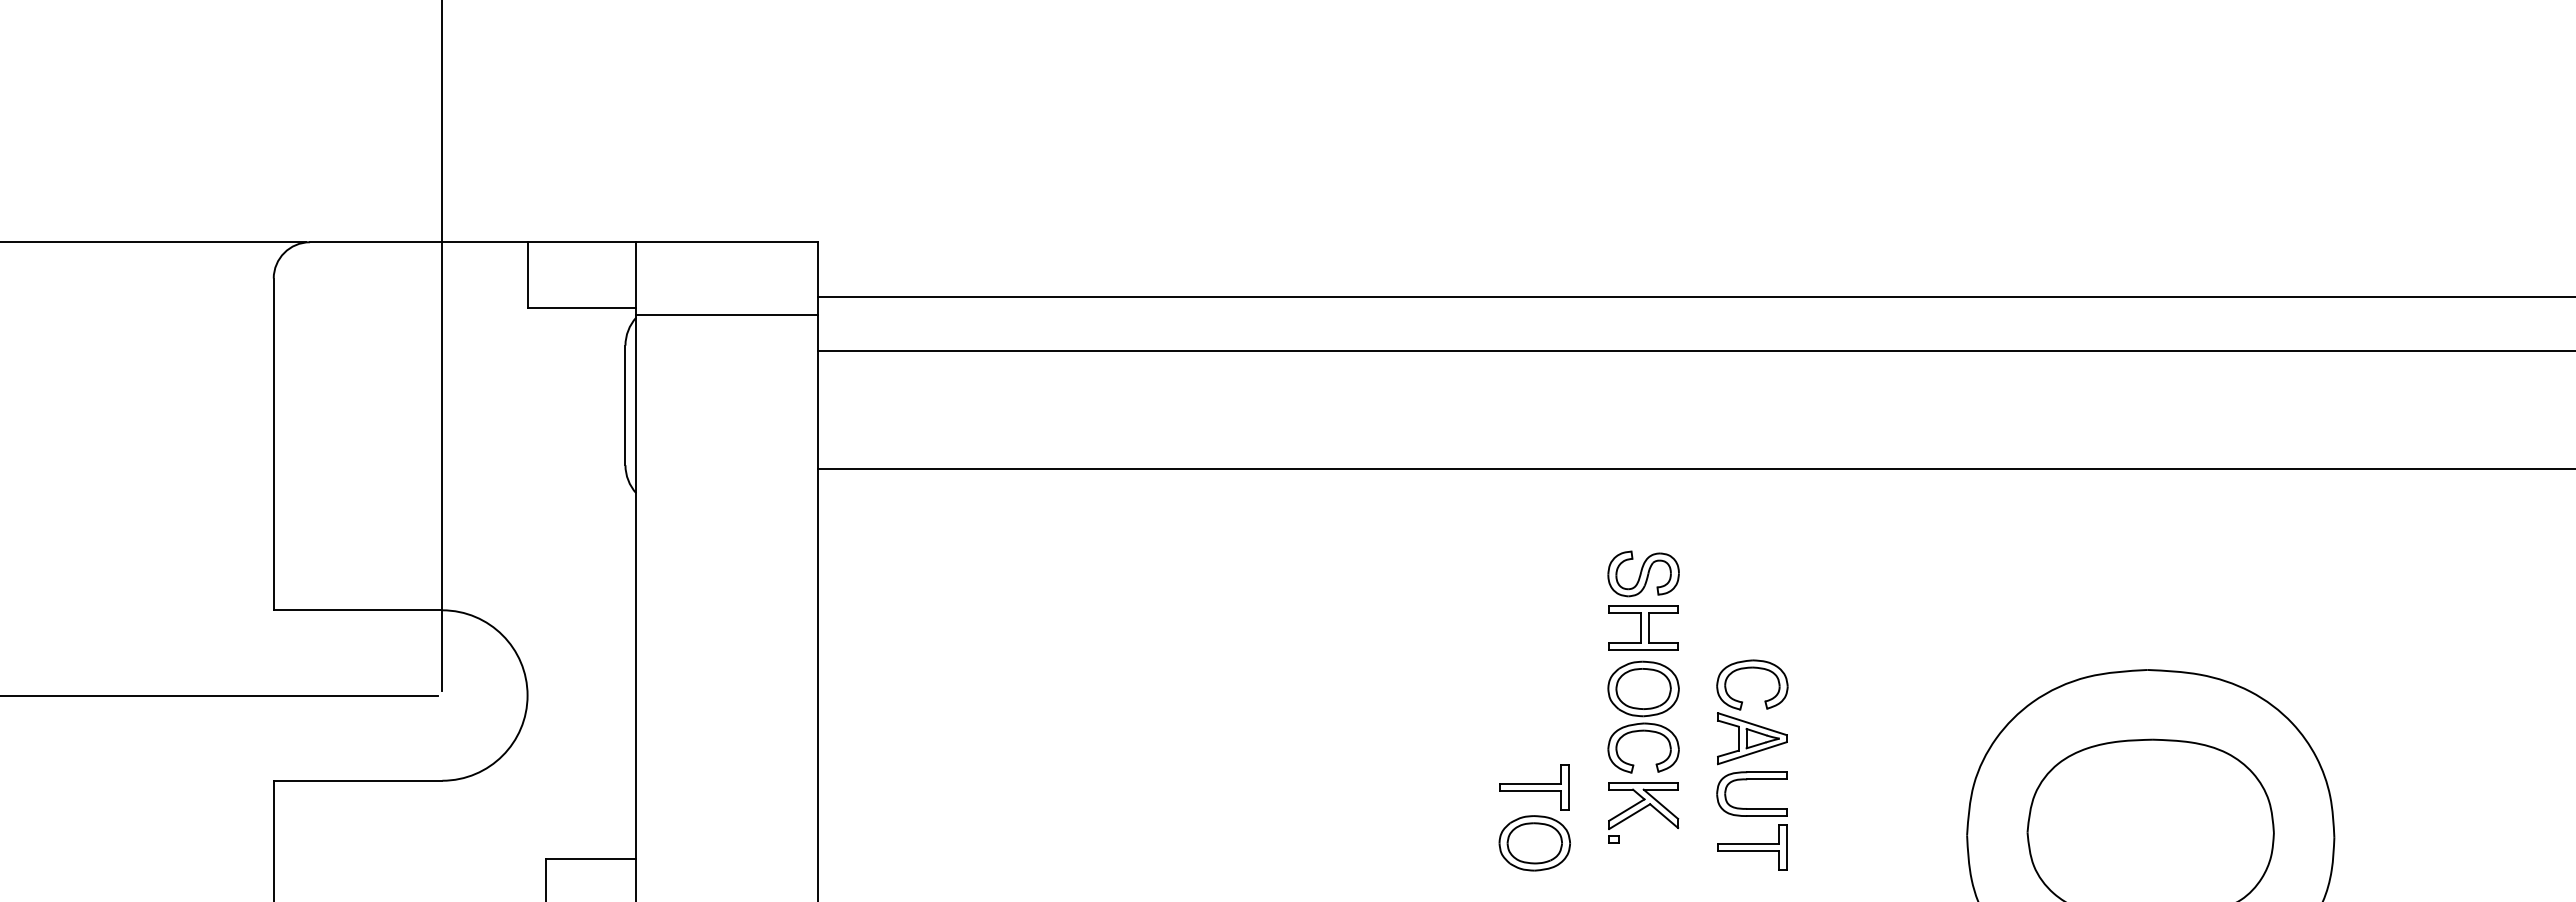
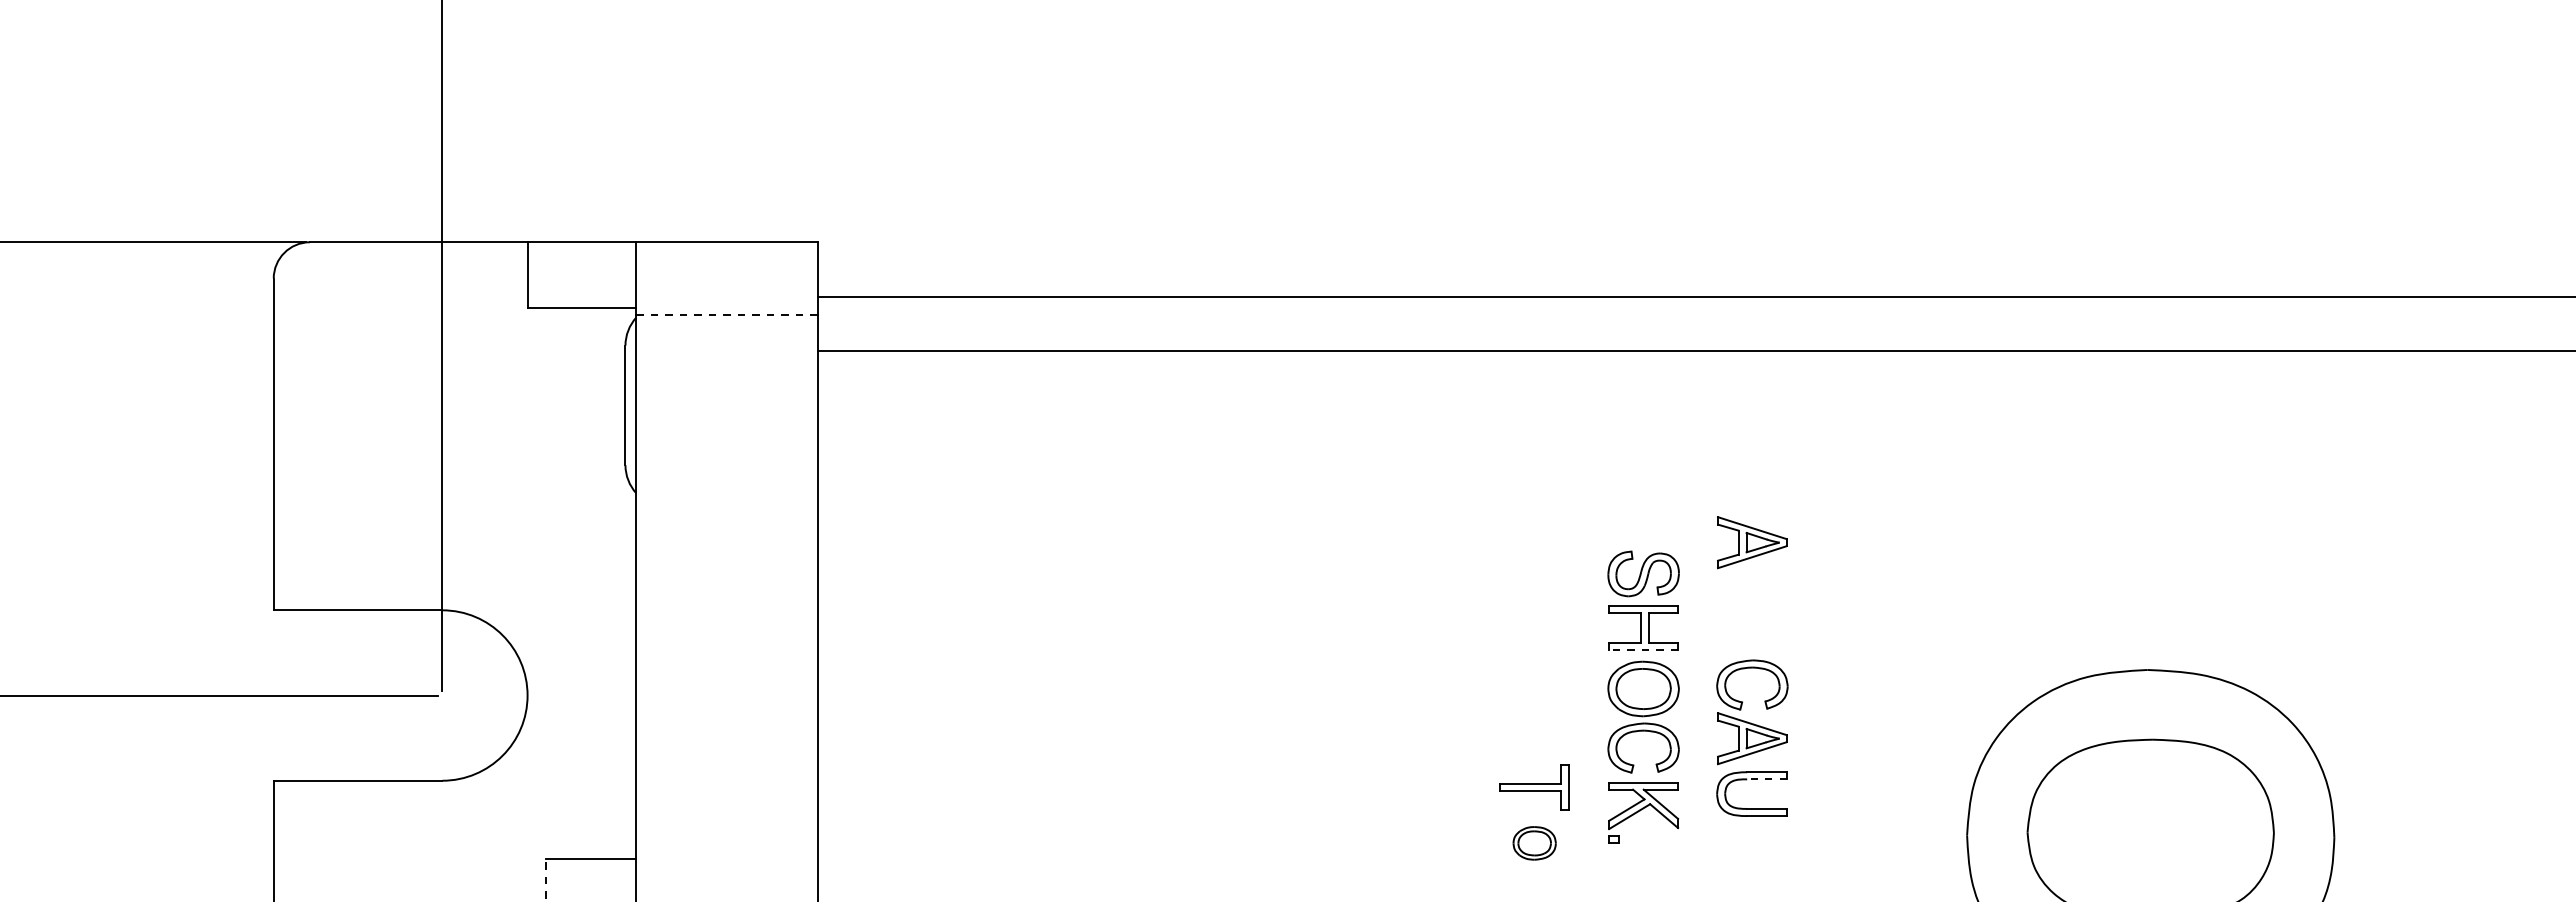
line at (727, 314): solid -> dashed
line at (1694, 468): present -> none
part at (1752, 542): none -> present
line at (1643, 650): solid -> dashed
line at (1767, 779): solid -> dashed
part at (1534, 843) size: 73x57 px -> 45x35 px
part at (1752, 847): present -> none
line at (545, 879): solid -> dashed
